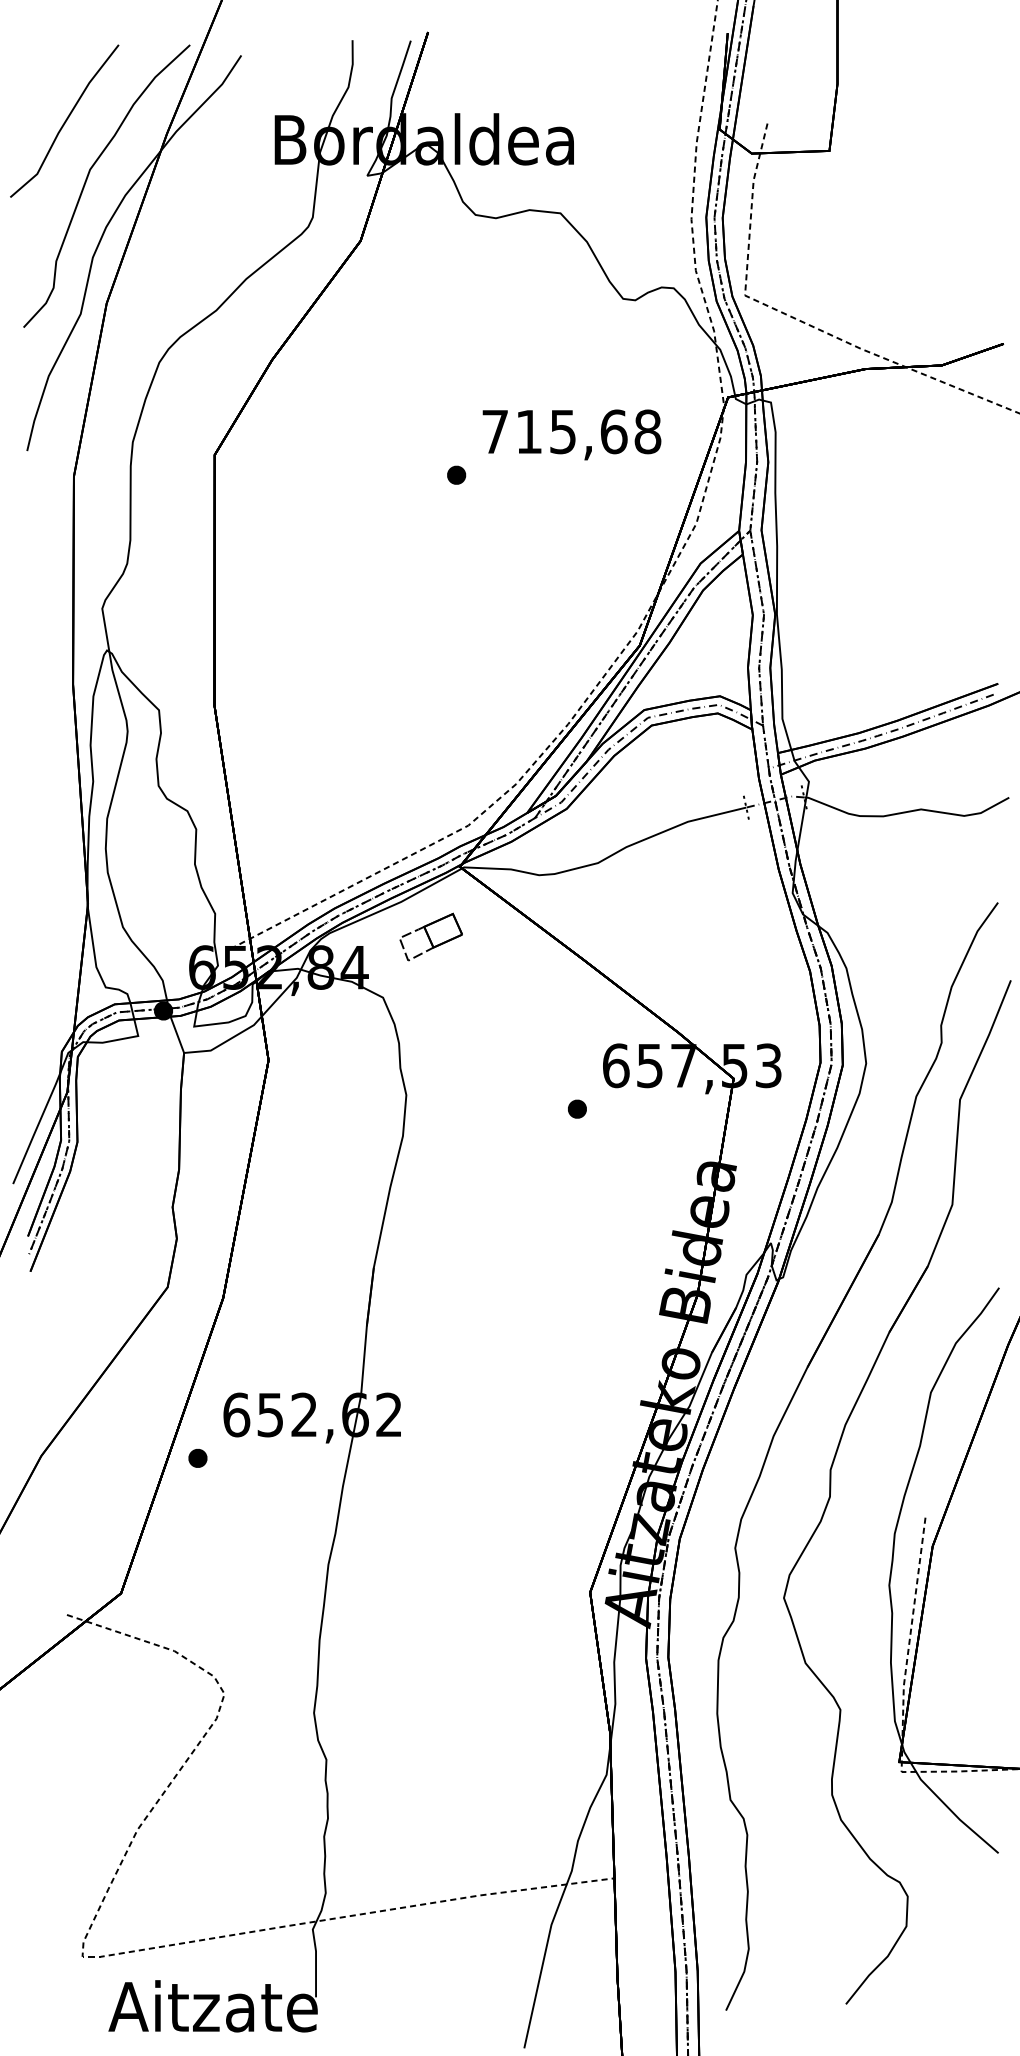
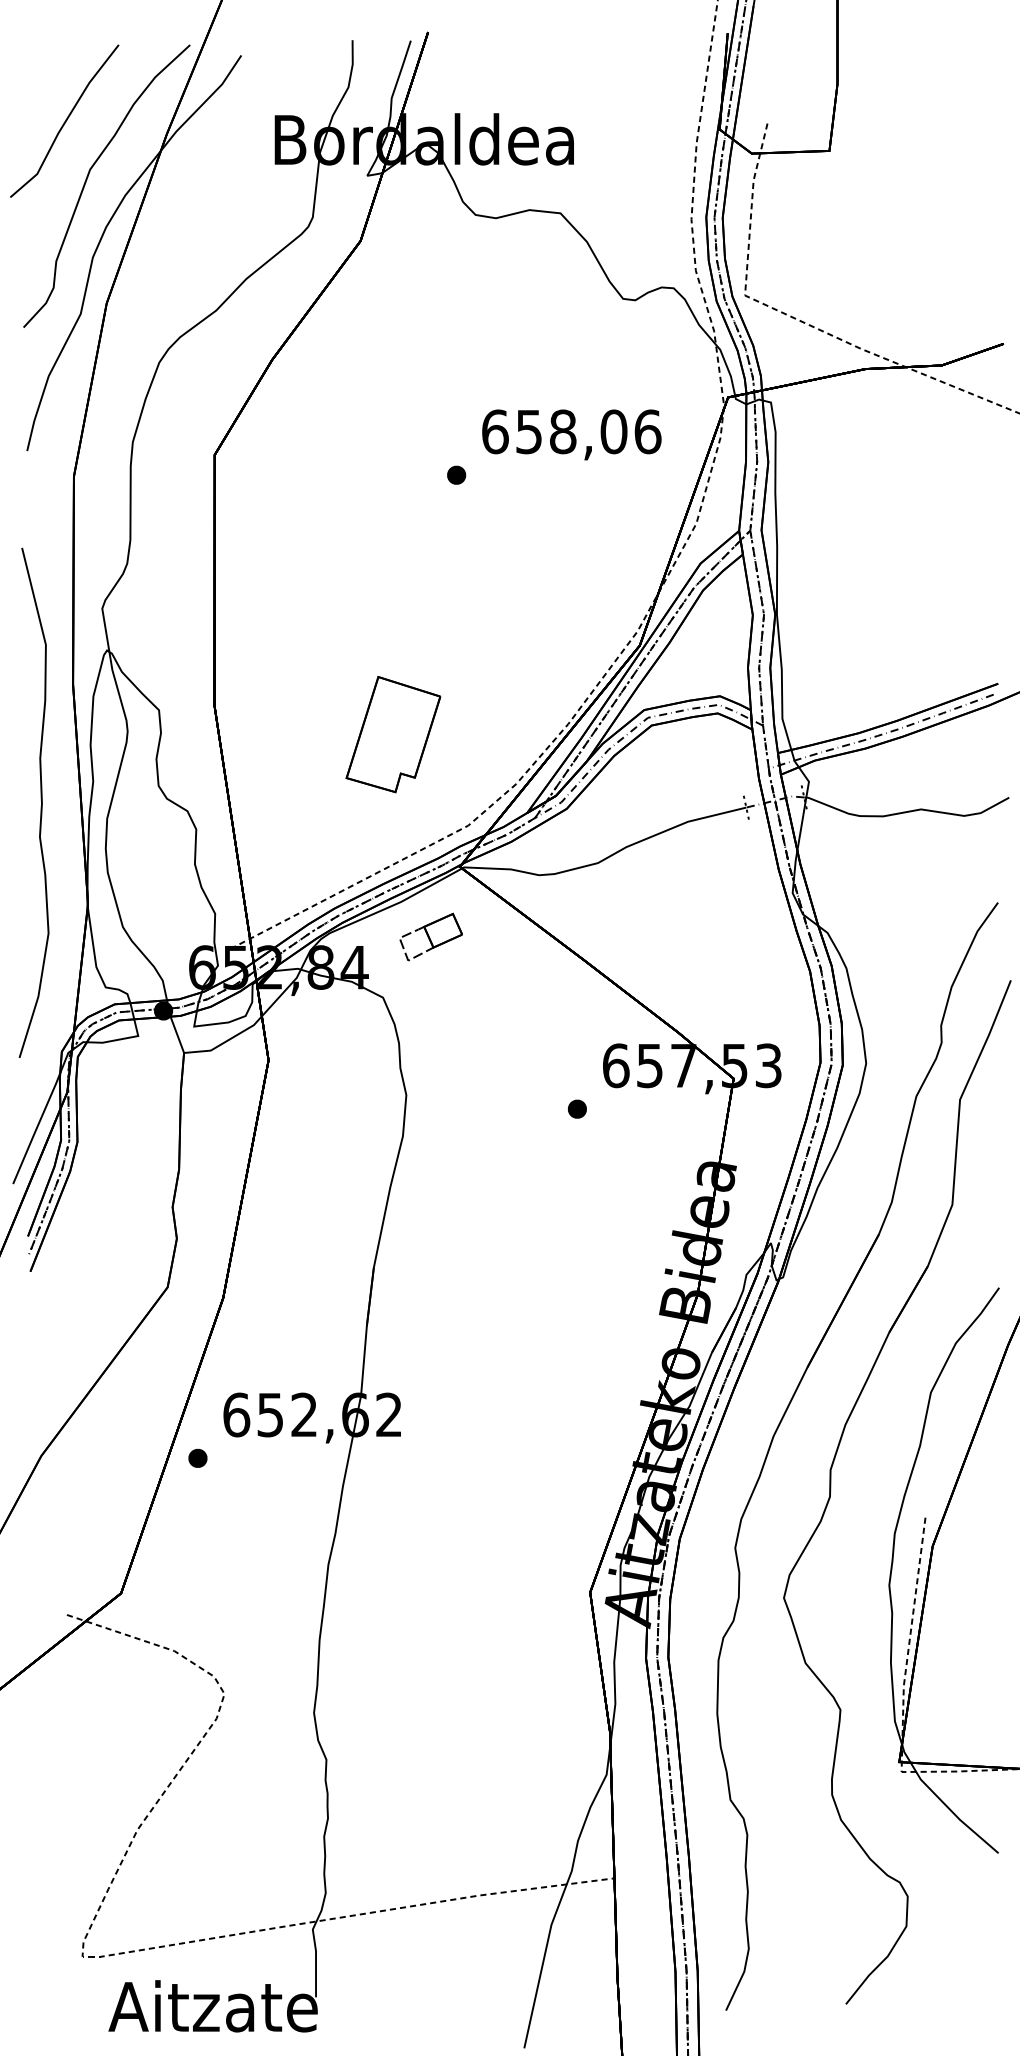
text at (571, 431): 715,68 -> 658,06
part at (393, 734): none -> present
curve at (40, 799): none -> present
